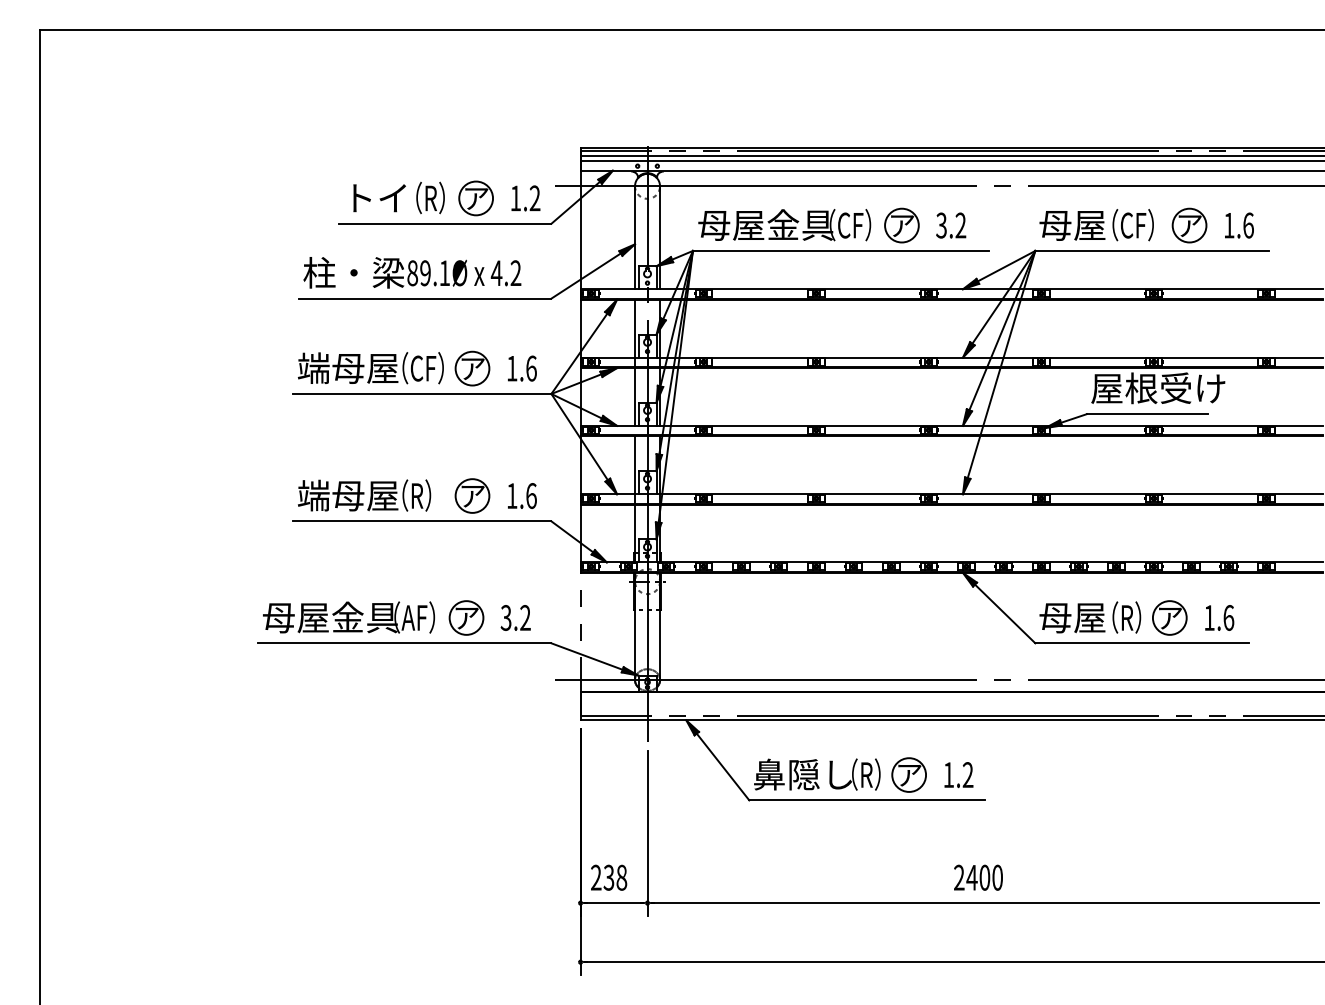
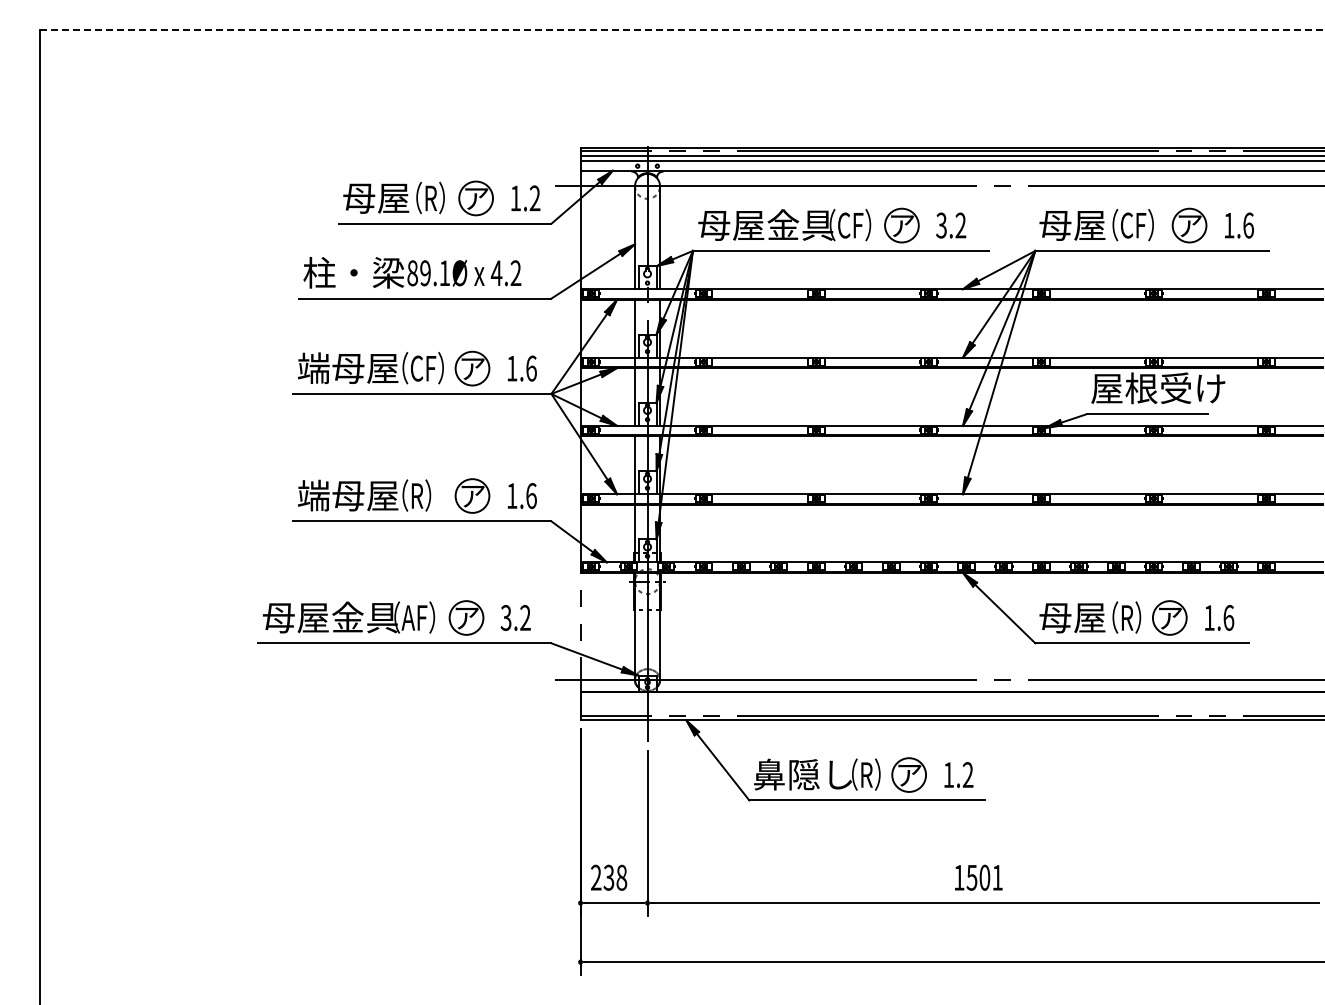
line at (682, 30): solid -> dashed
text at (376, 198): トイ -> 母屋
text at (978, 877): 2400 -> 1501
